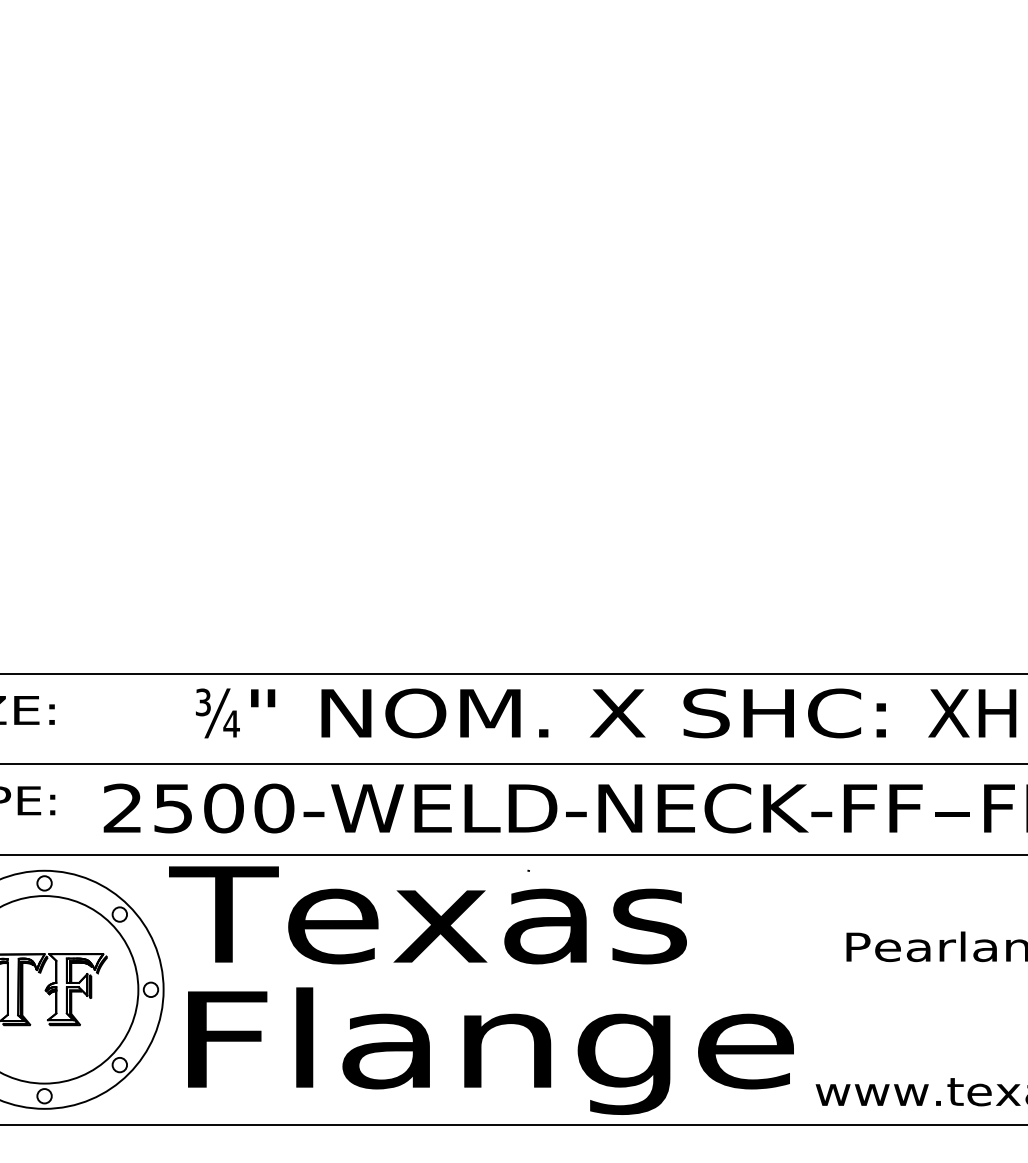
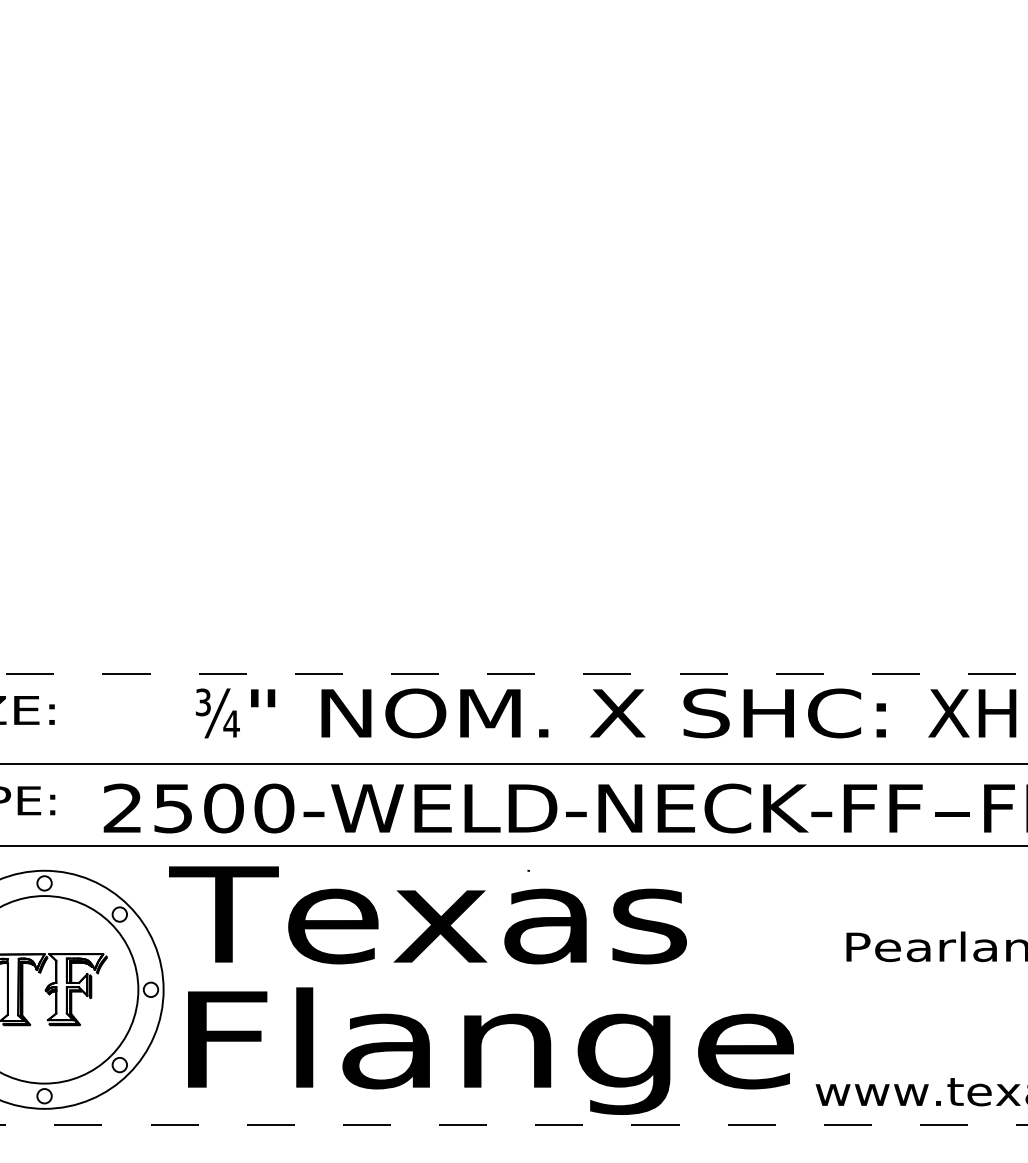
line at (513, 674): solid -> dashed
line at (513, 854) position: (513, 854) -> (513, 845)
line at (514, 1125): solid -> dashed
